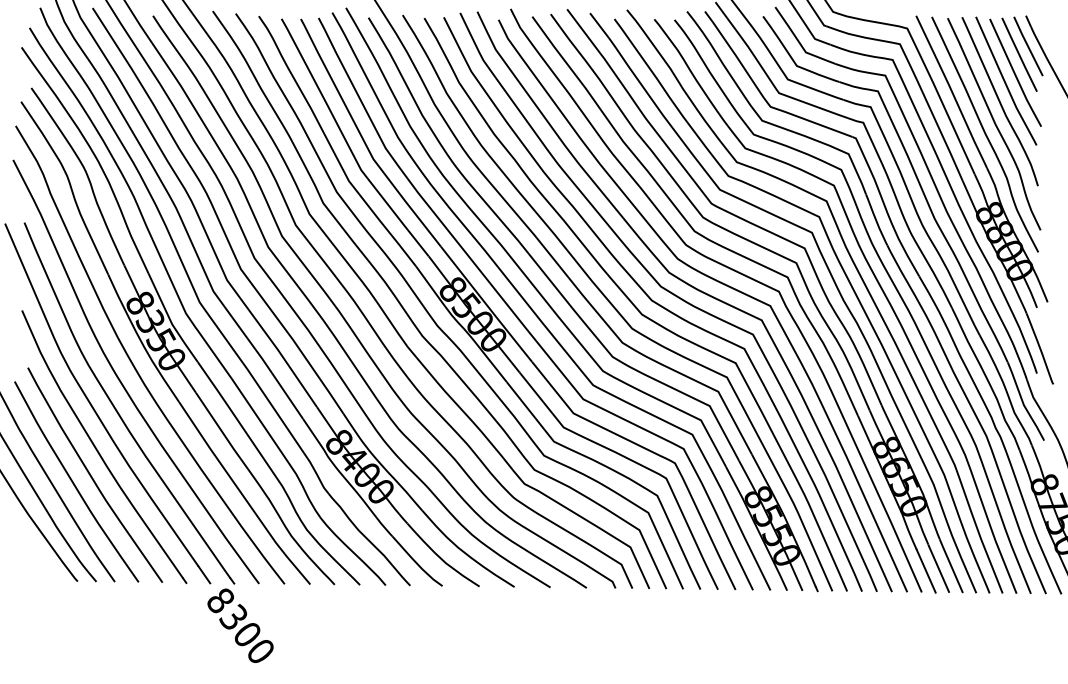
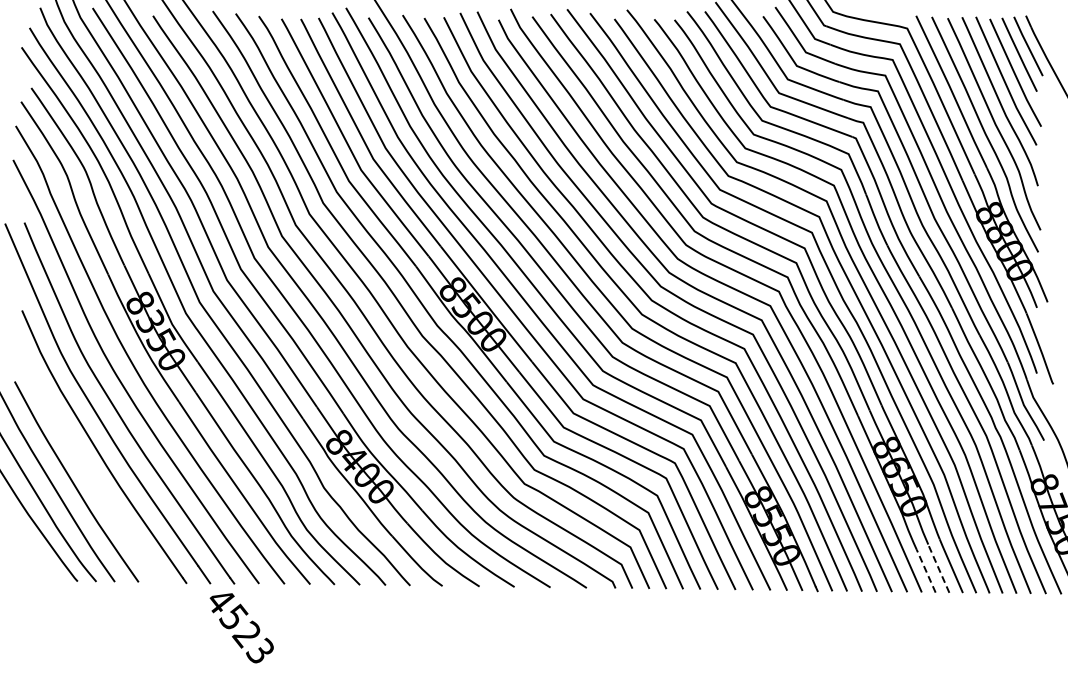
curve at (92, 476): present -> none
line at (938, 567): solid -> dashed
line at (926, 570): solid -> dashed
text at (240, 625): 8300 -> 4523
